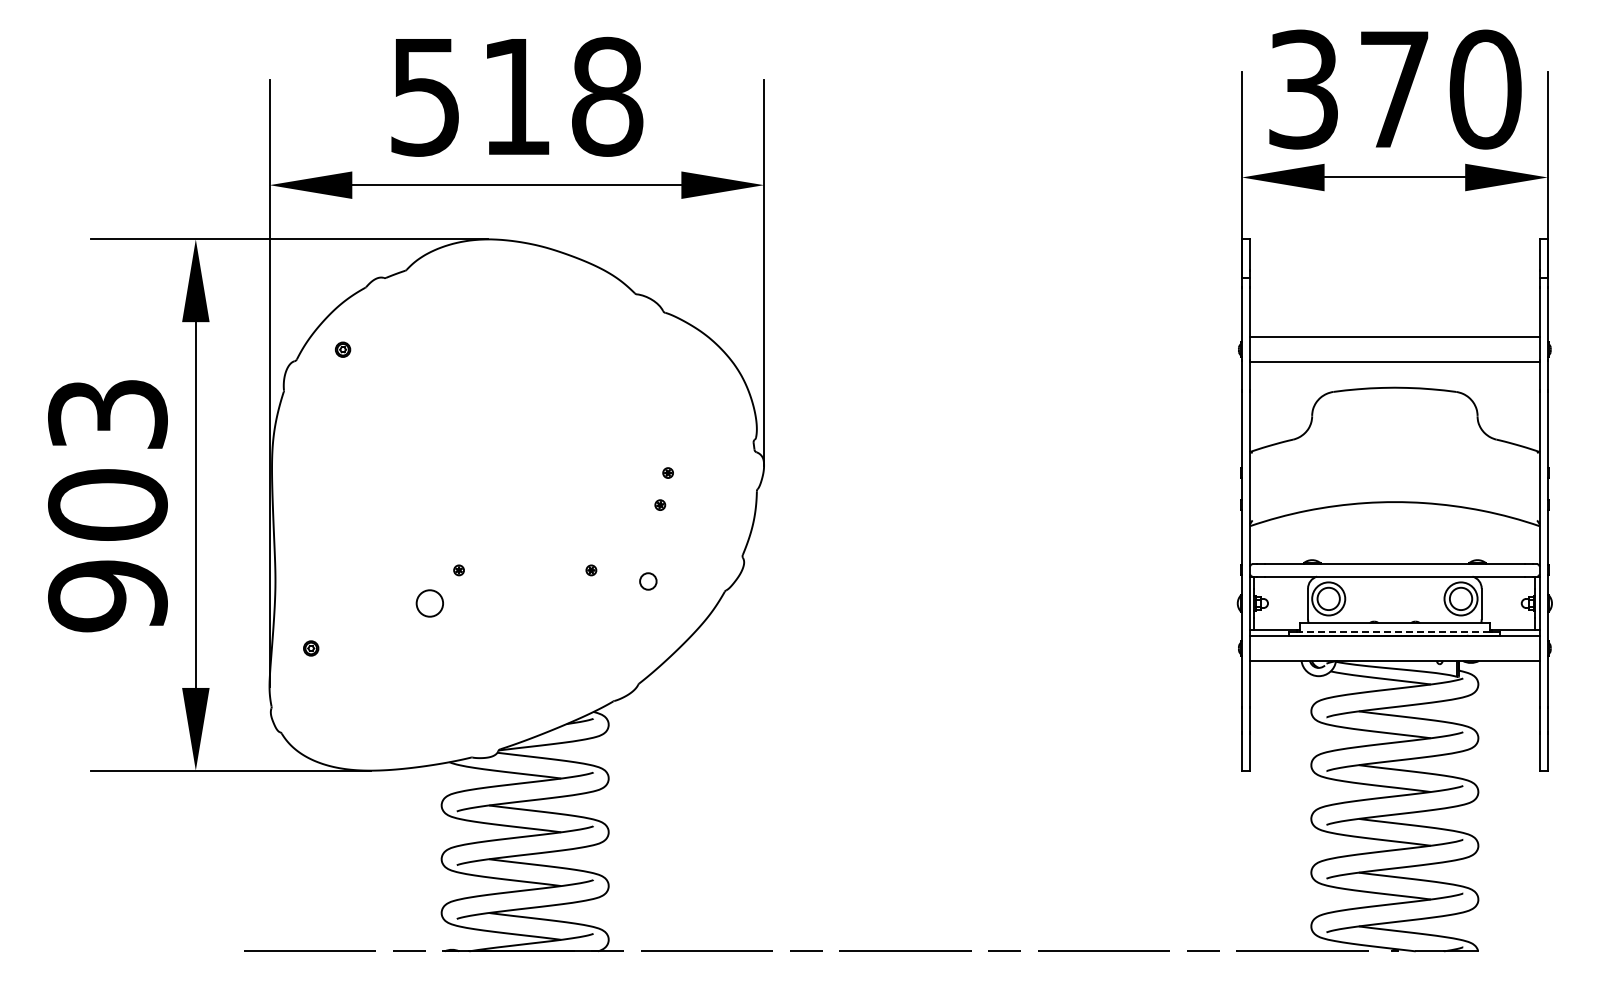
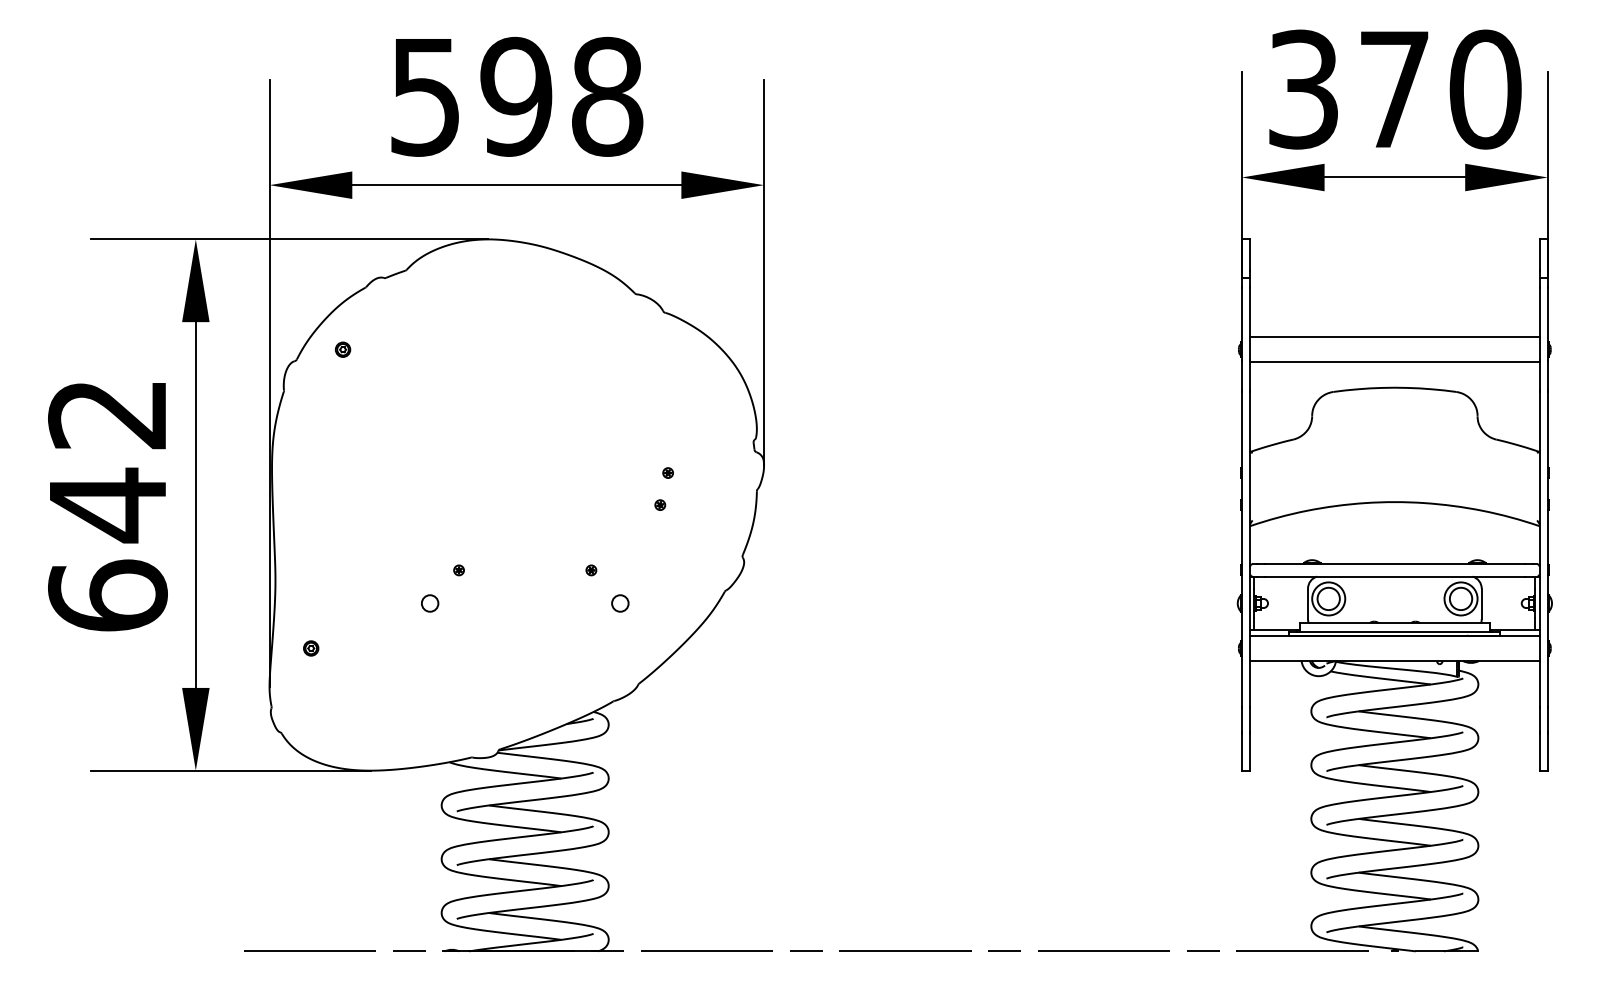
text at (516, 96): 518 -> 598
text at (107, 506): 903 -> 642
circle at (648, 581) position: (648, 581) -> (620, 603)
circle at (429, 603) size: 29x29 px -> 19x19 px
line at (1394, 631): dashed -> solid
